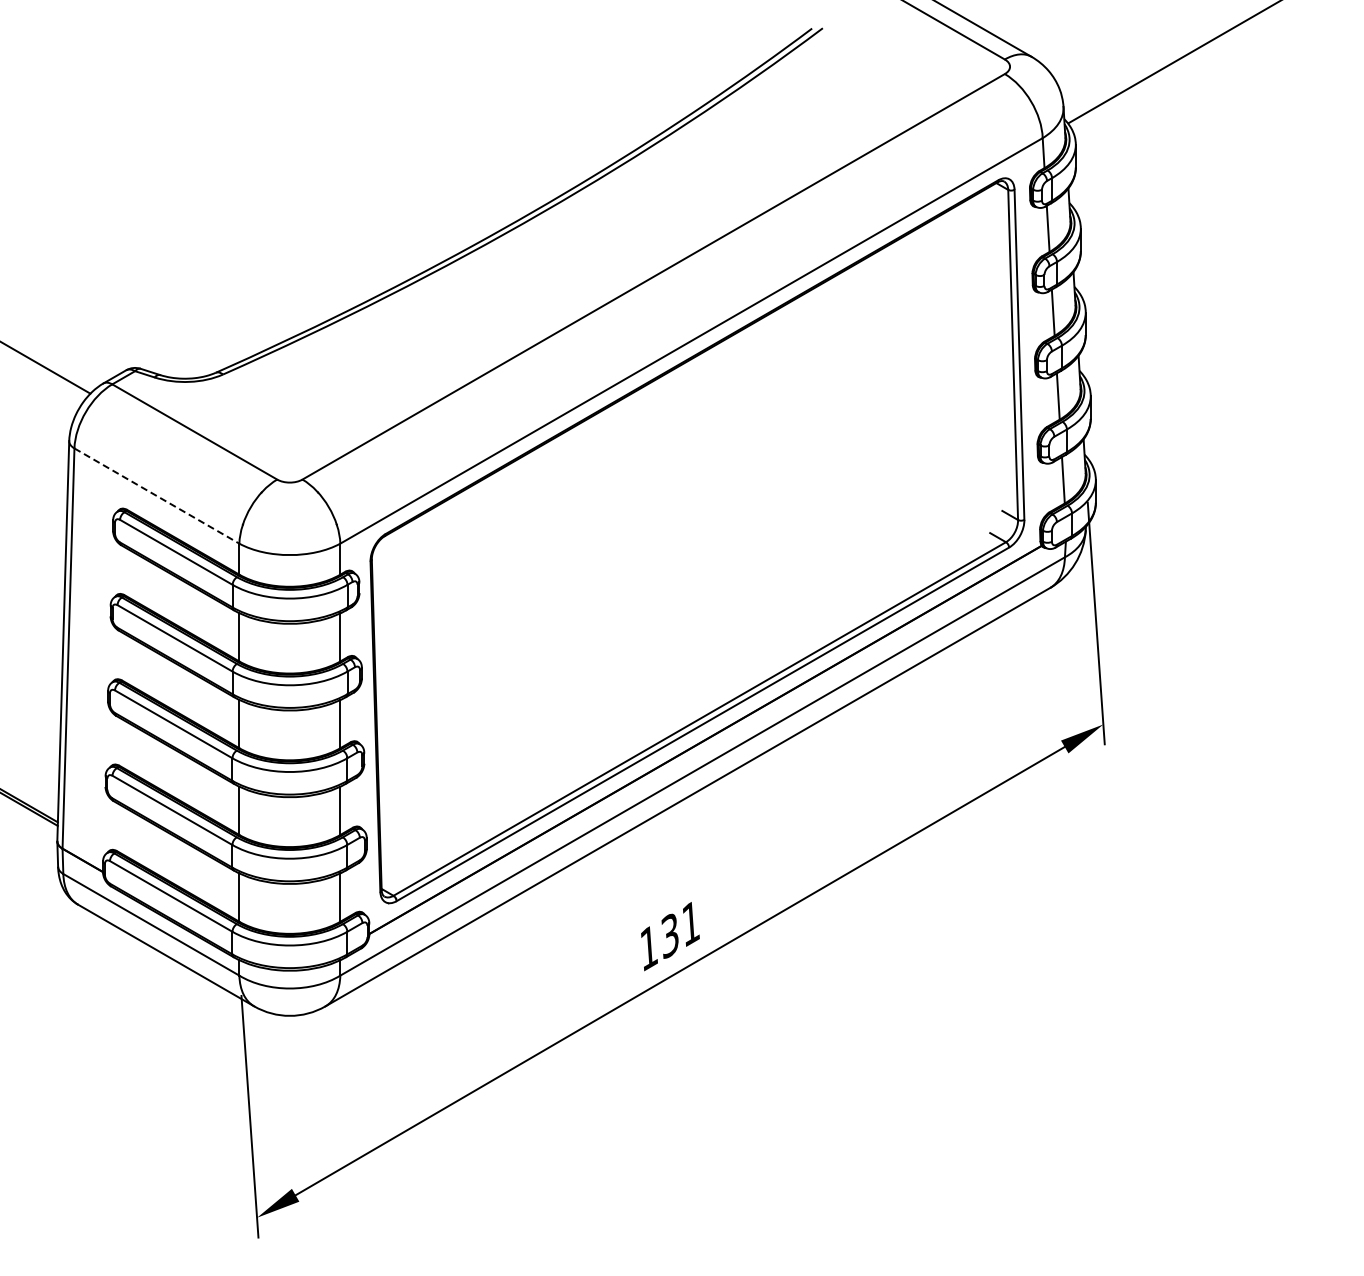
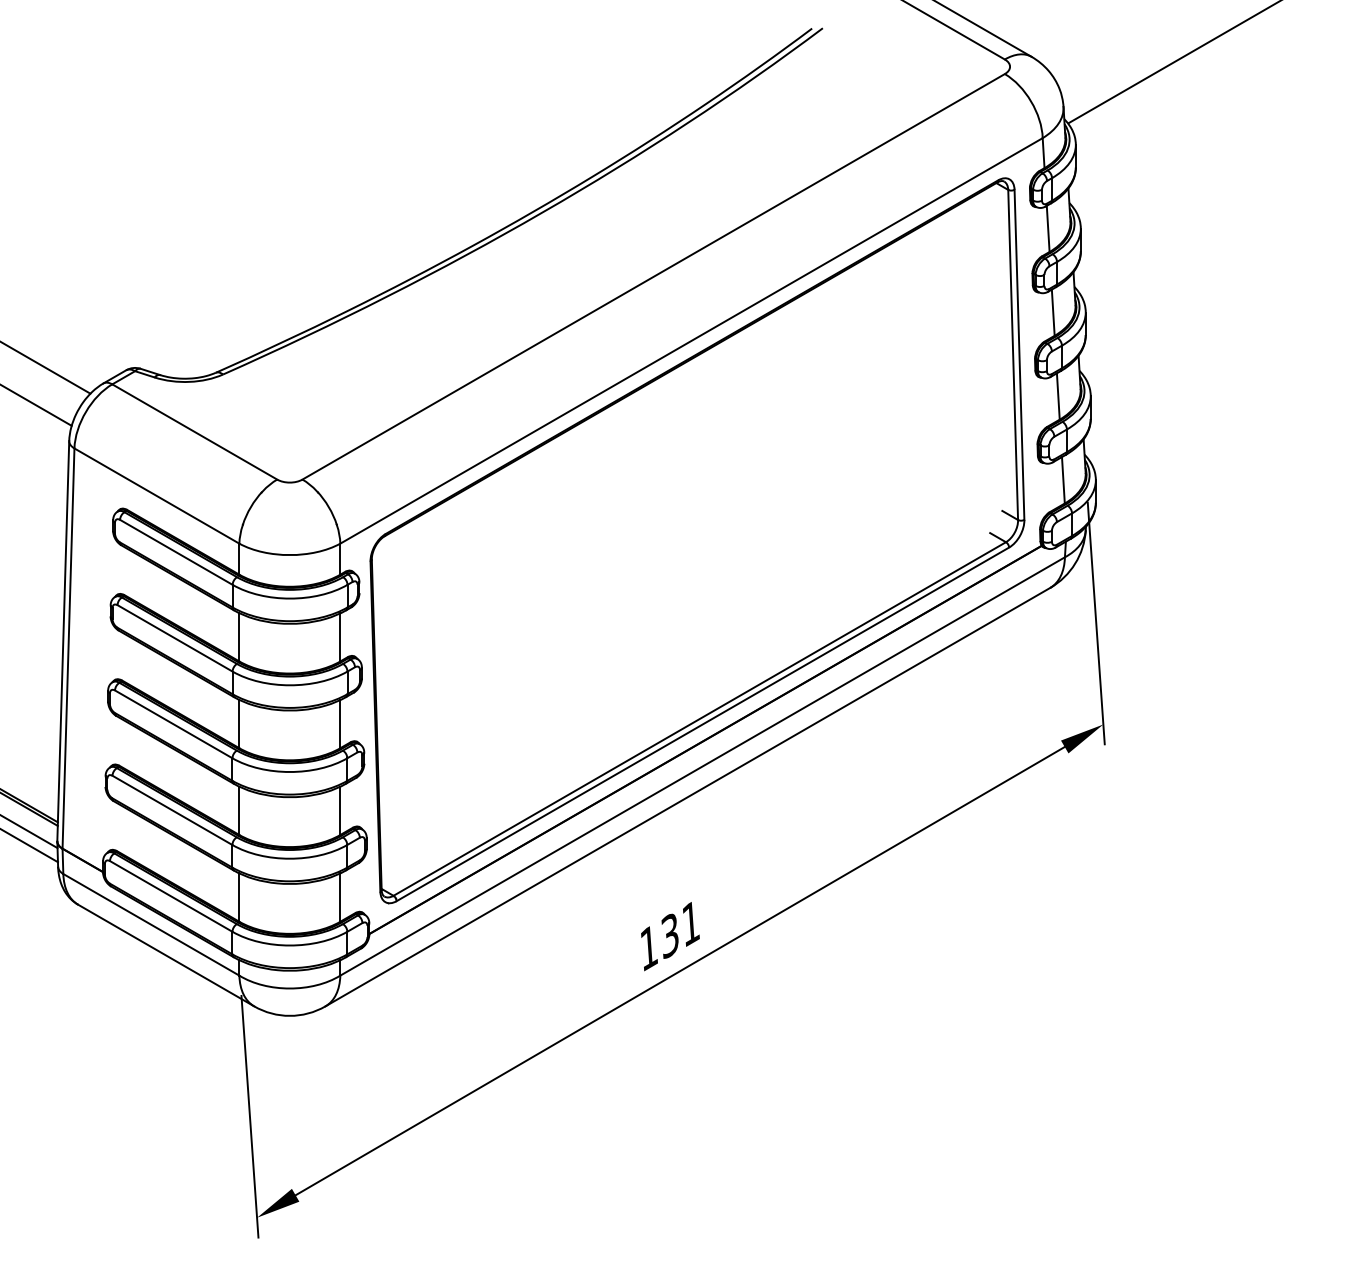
line at (36, 405): none -> present
line at (157, 496): dashed -> solid
line at (29, 832): none -> present
line at (29, 846): none -> present
